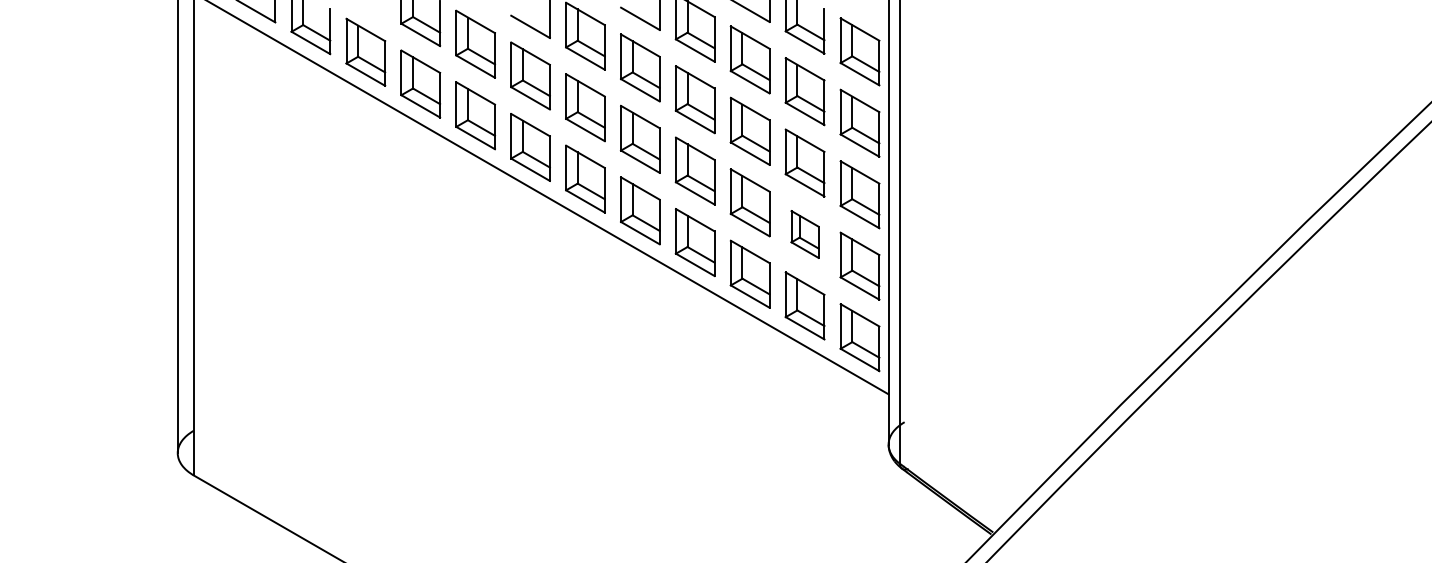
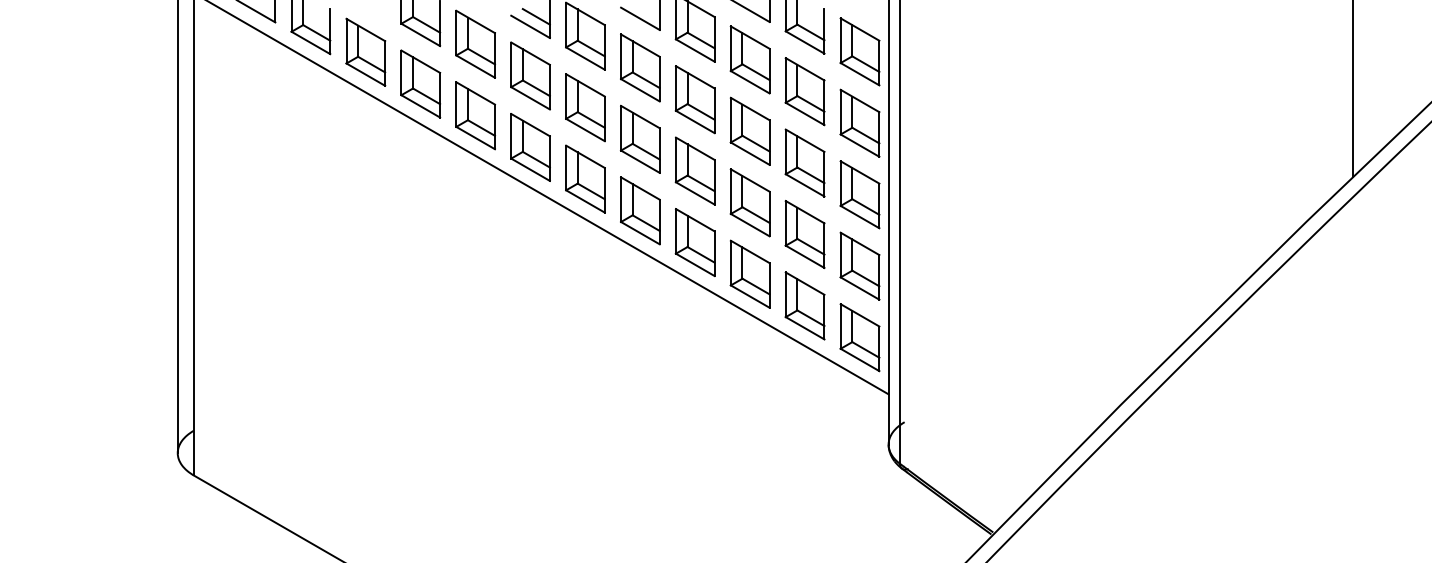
line at (535, 16): none -> present
line at (1352, 89): none -> present
part at (804, 234) size: 30x49 px -> 42x69 px
